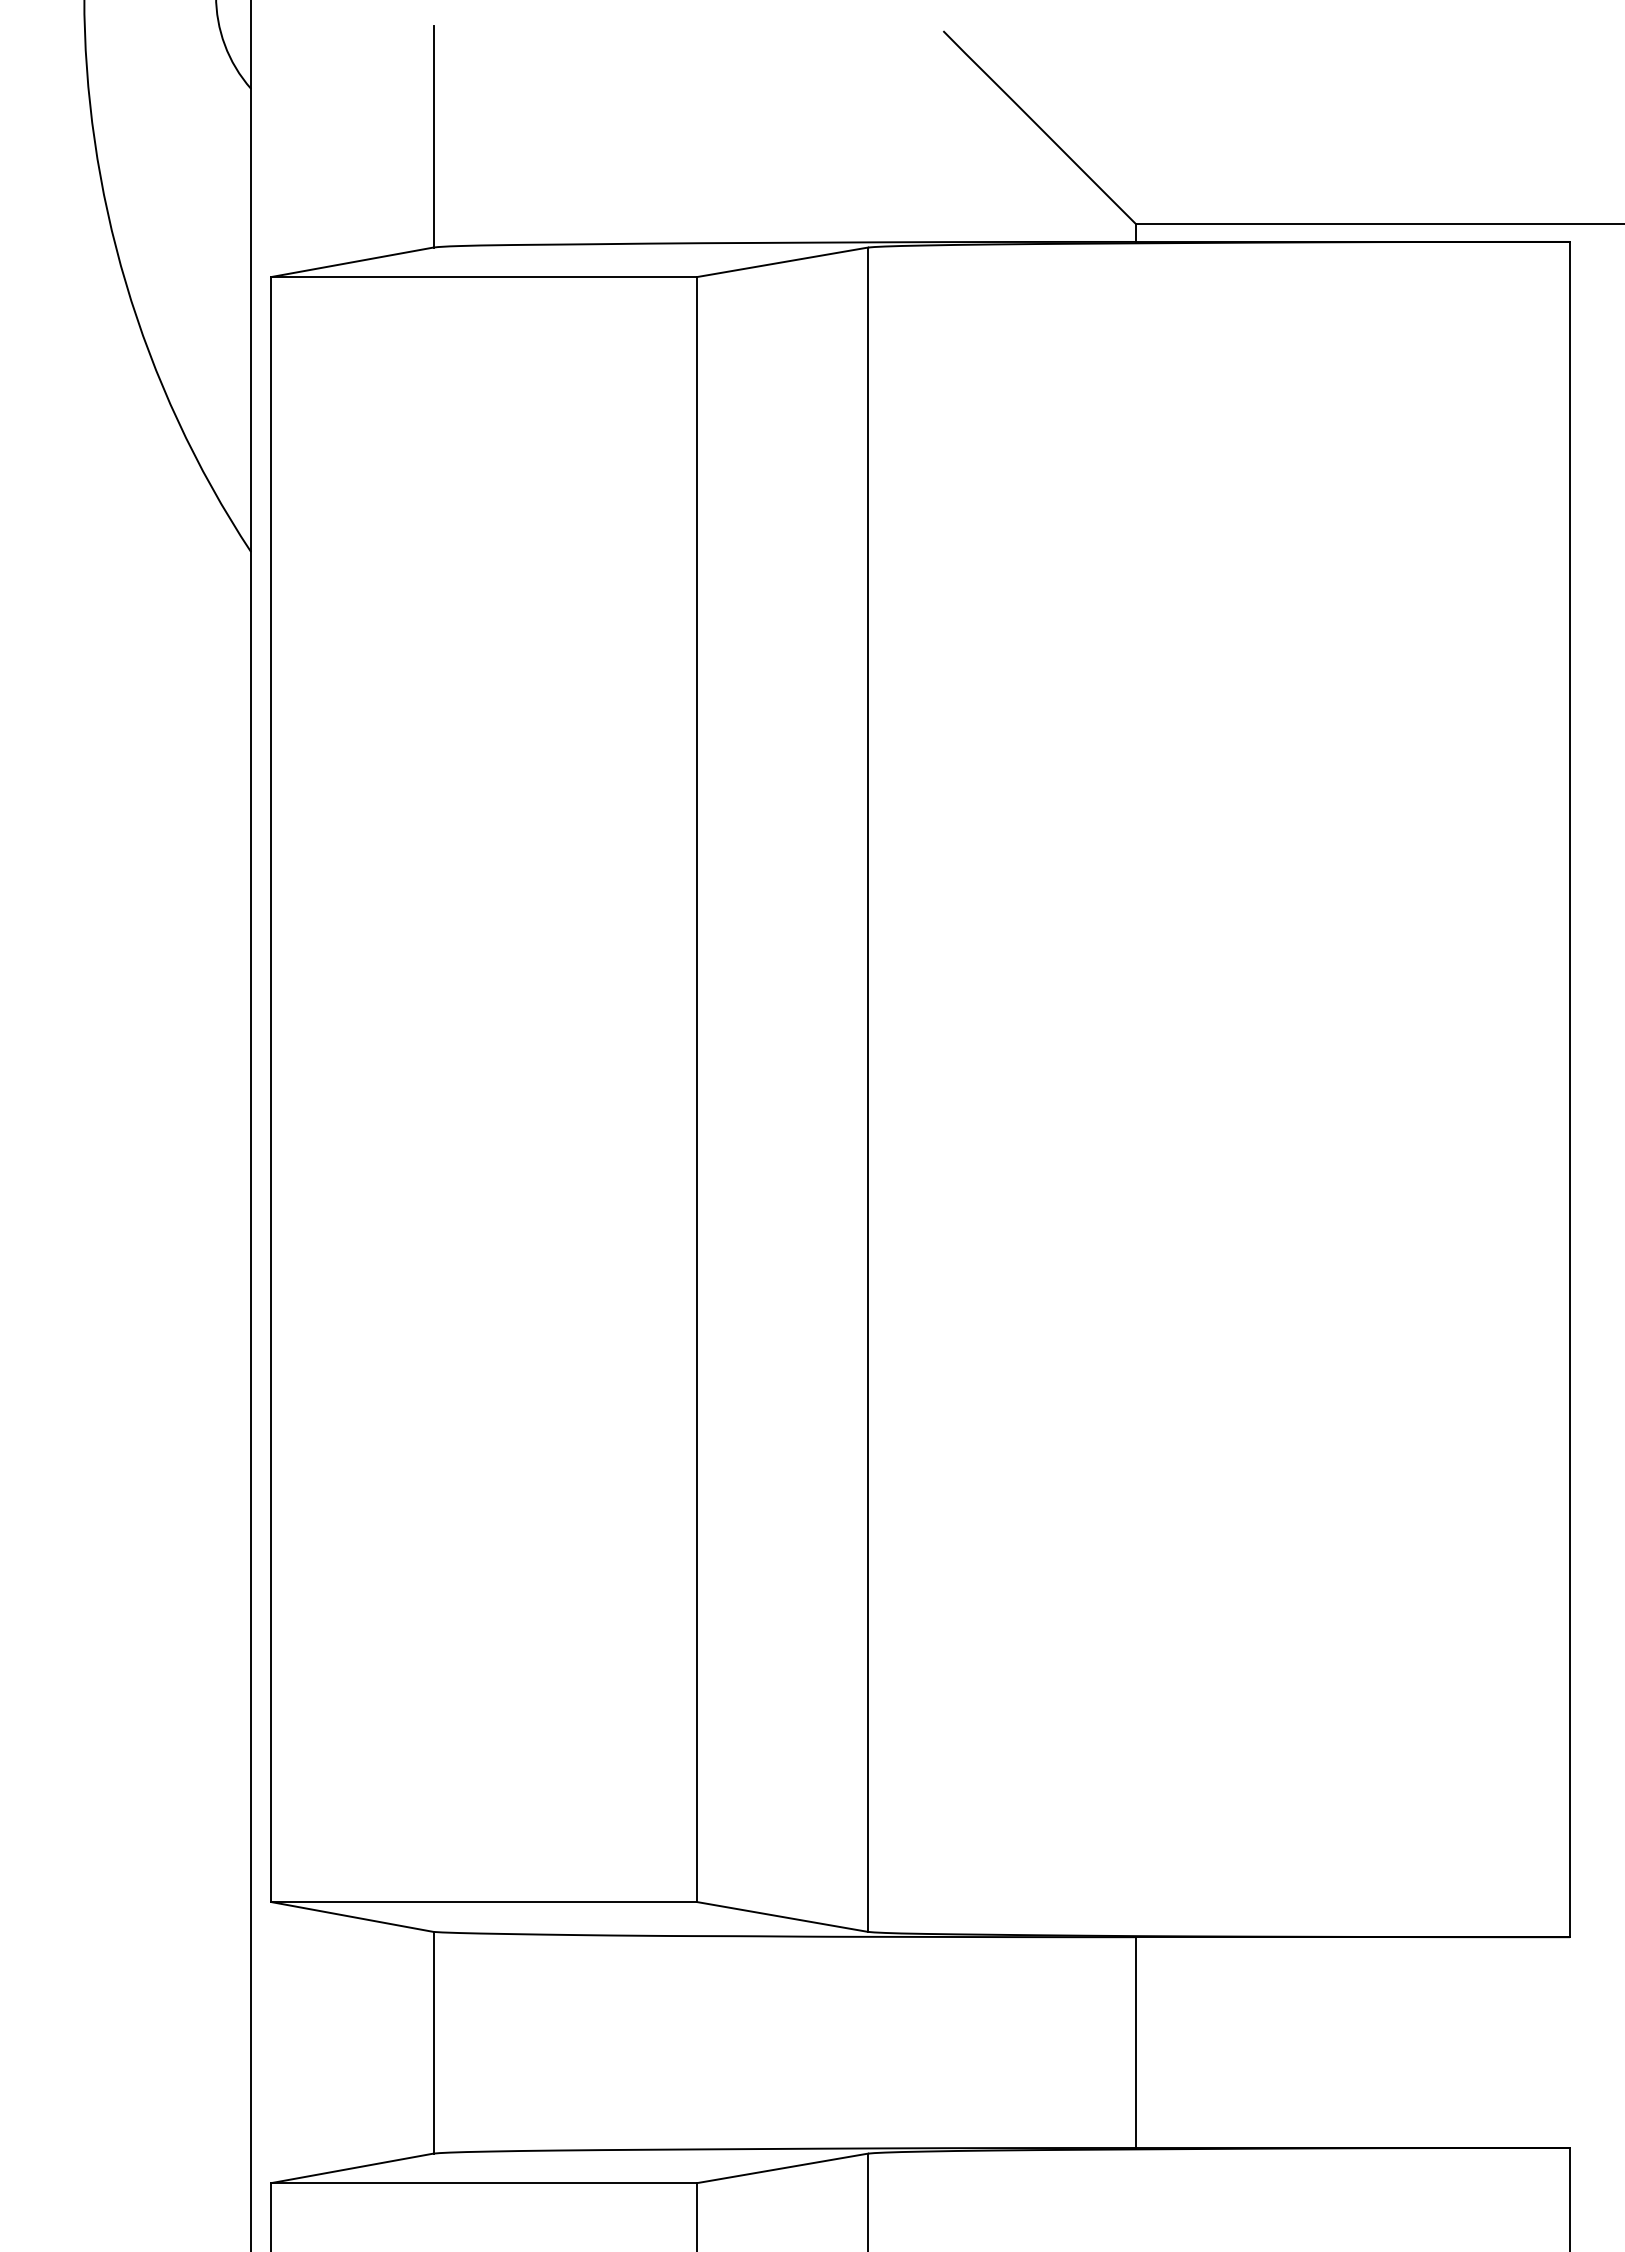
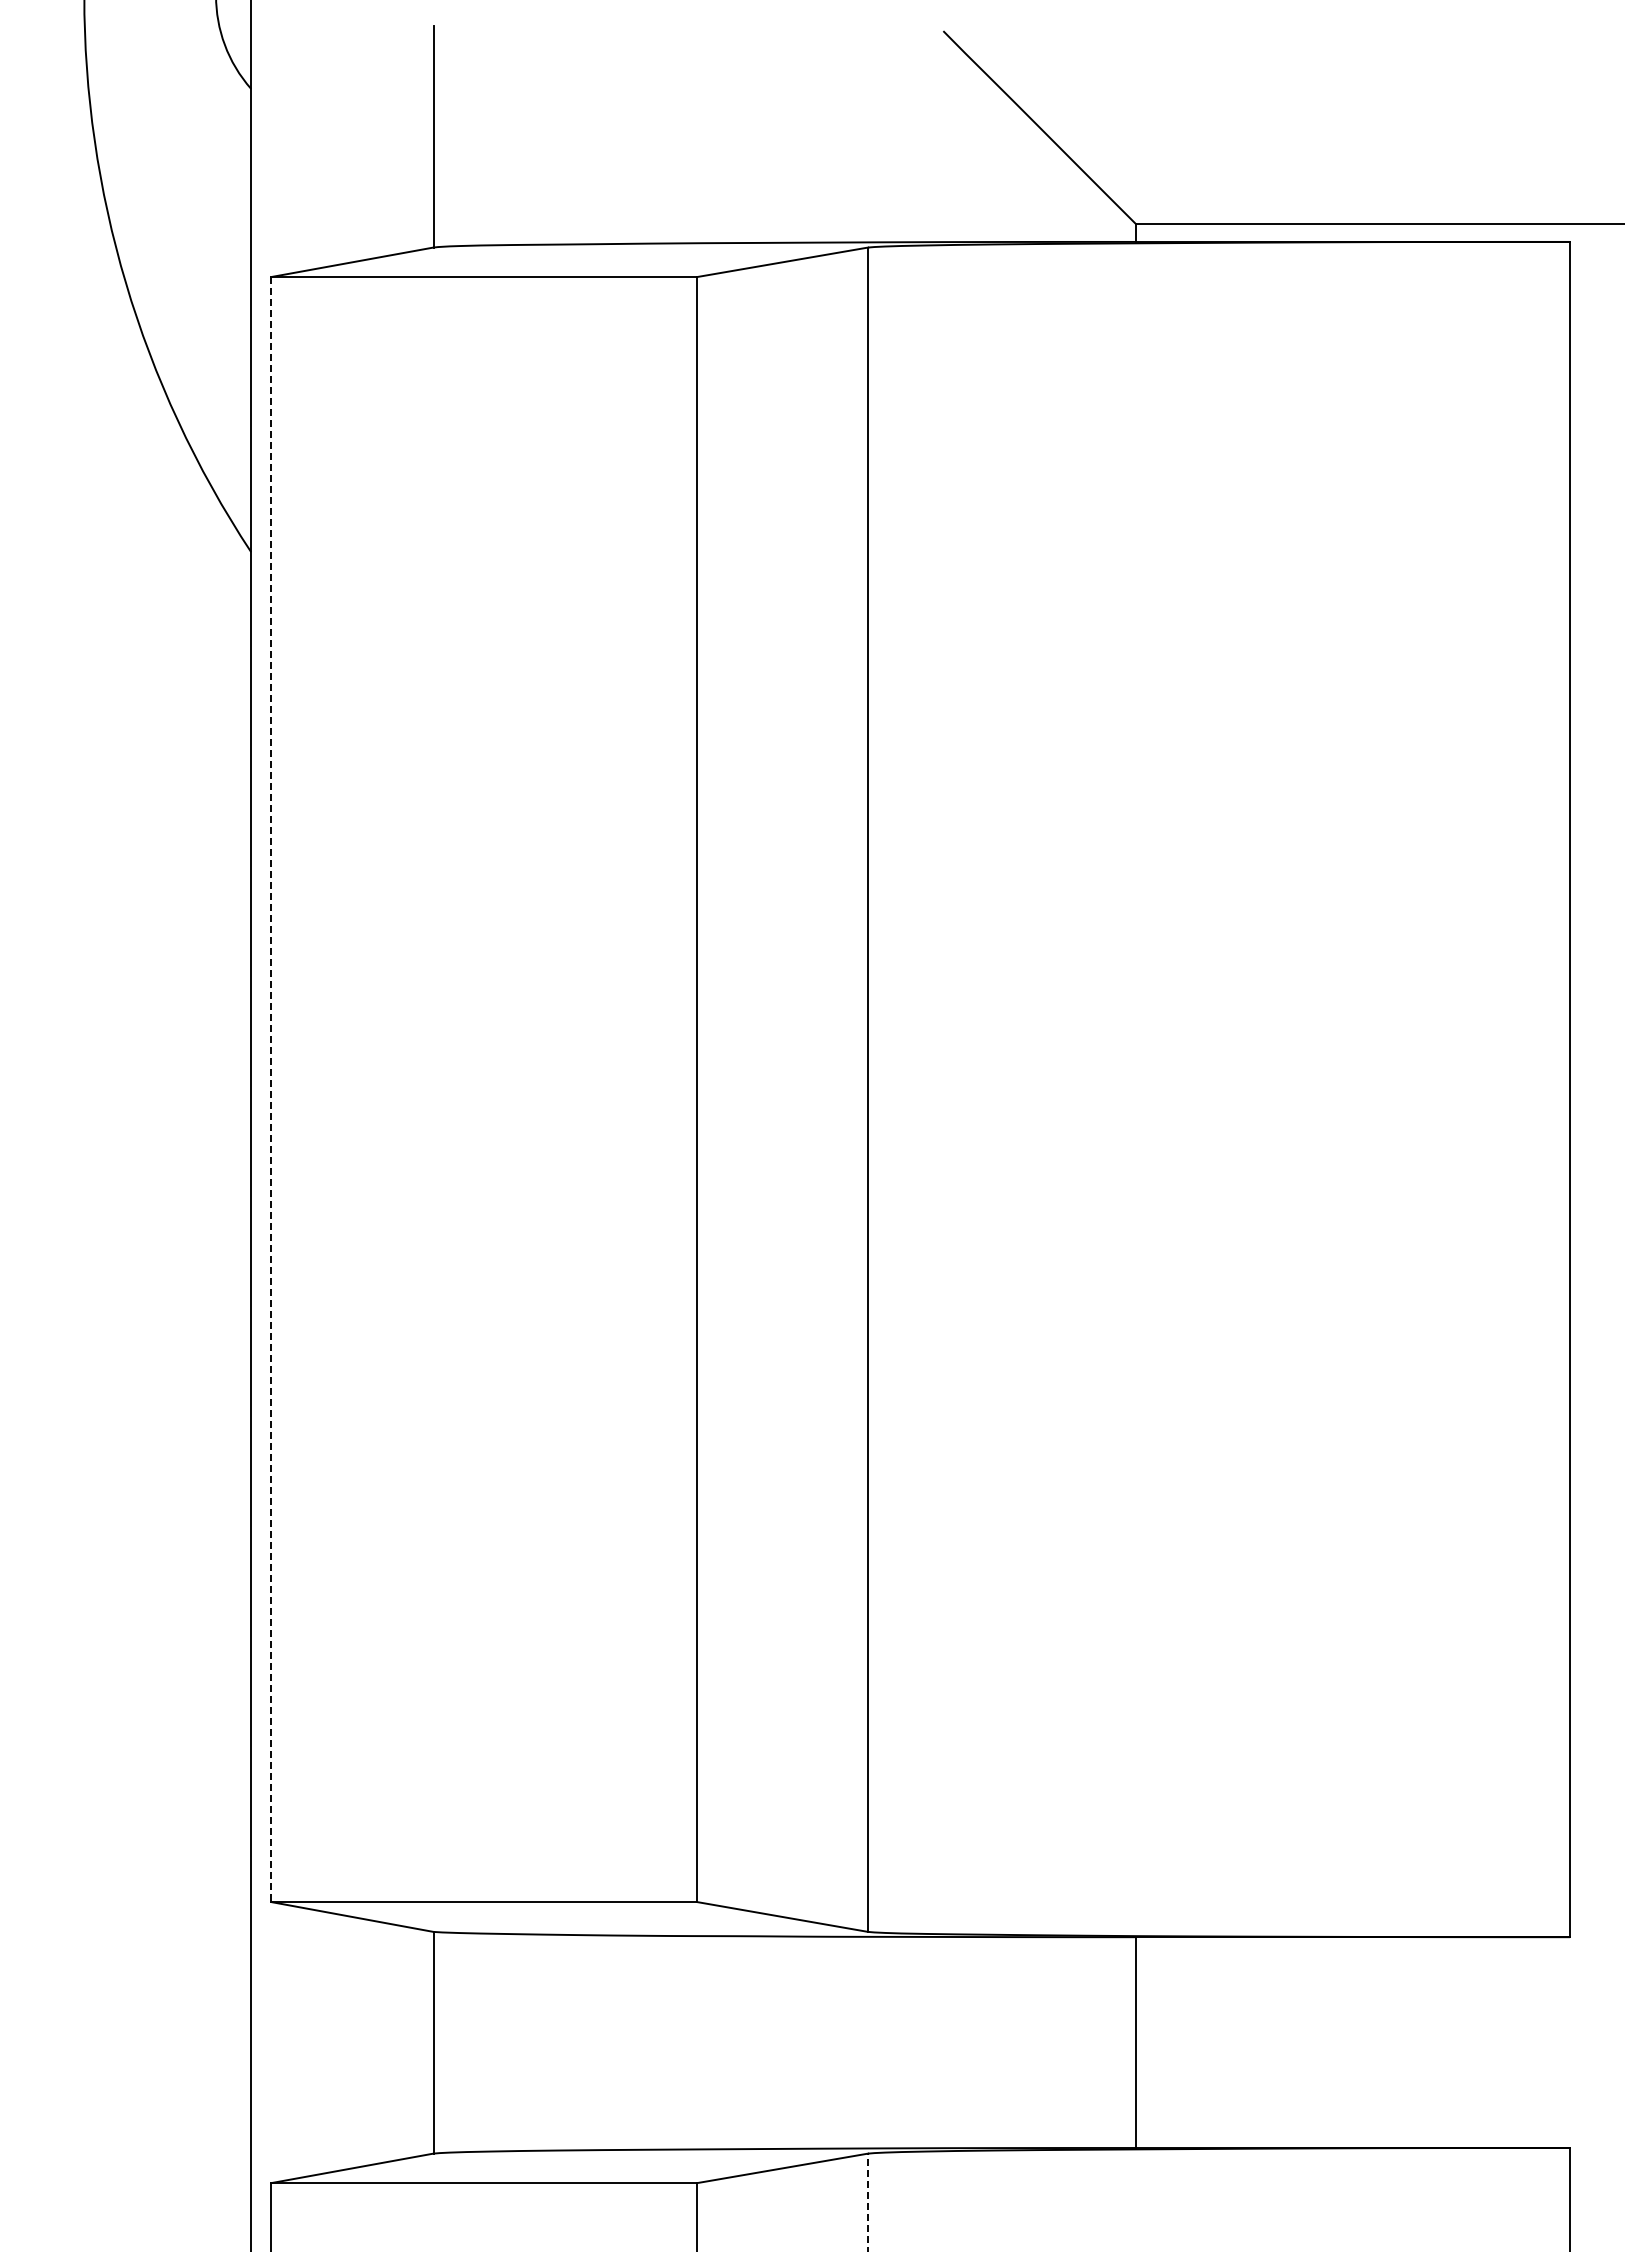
line at (271, 1090): solid -> dashed
line at (868, 2202): solid -> dashed
